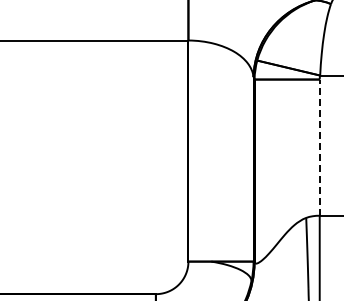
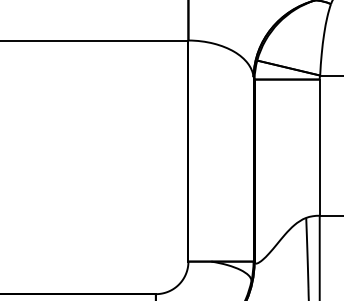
line at (319, 147): dashed -> solid
